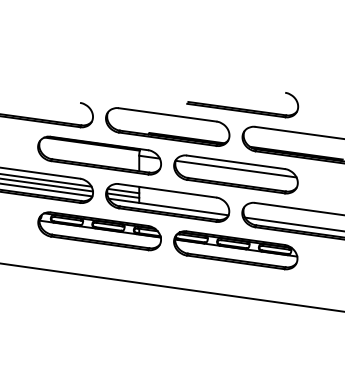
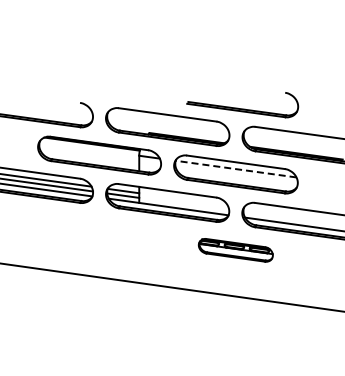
line at (236, 169): solid -> dashed
part at (99, 231): present -> none
part at (235, 250) size: 126x41 px -> 77x25 px
